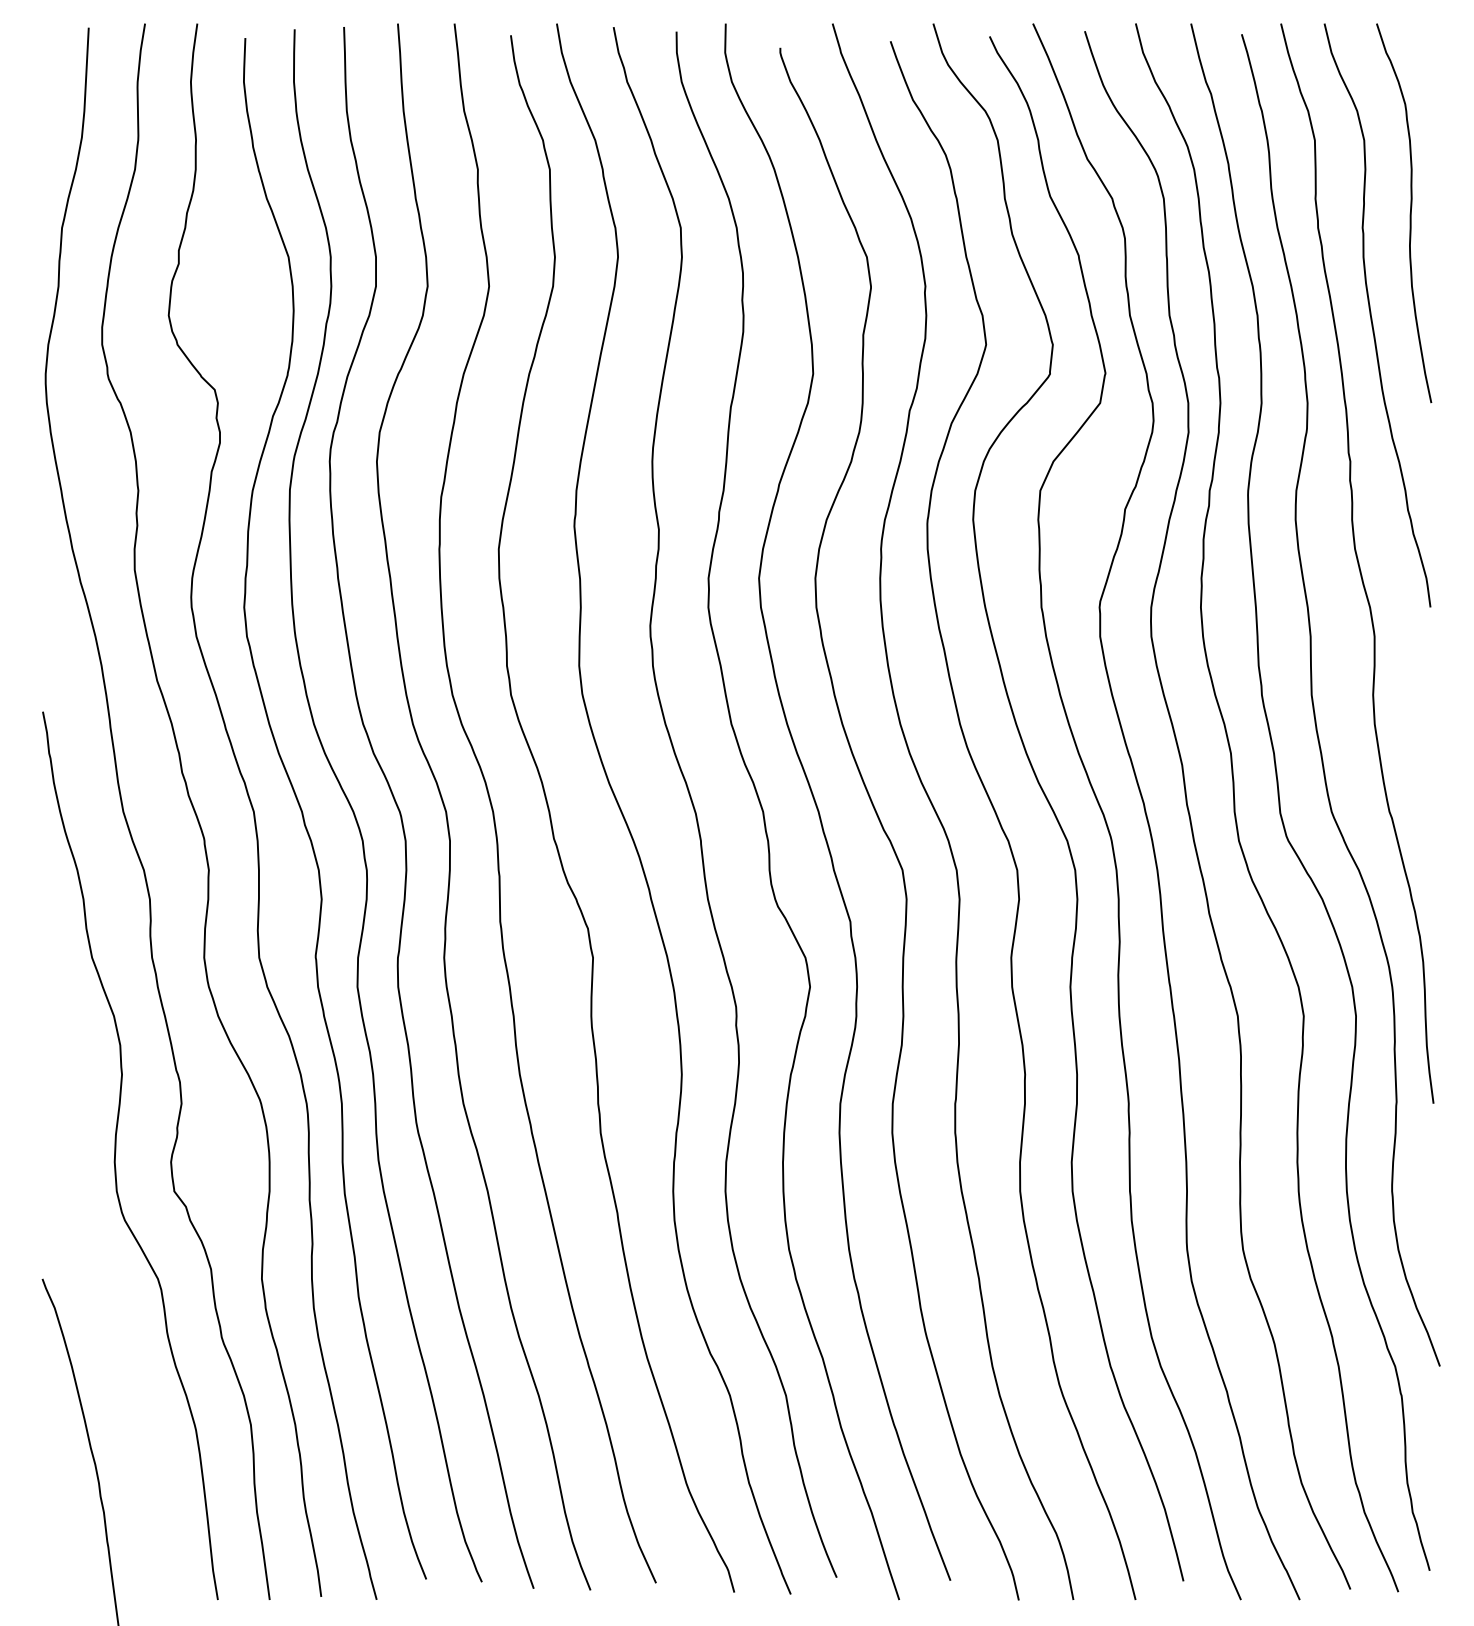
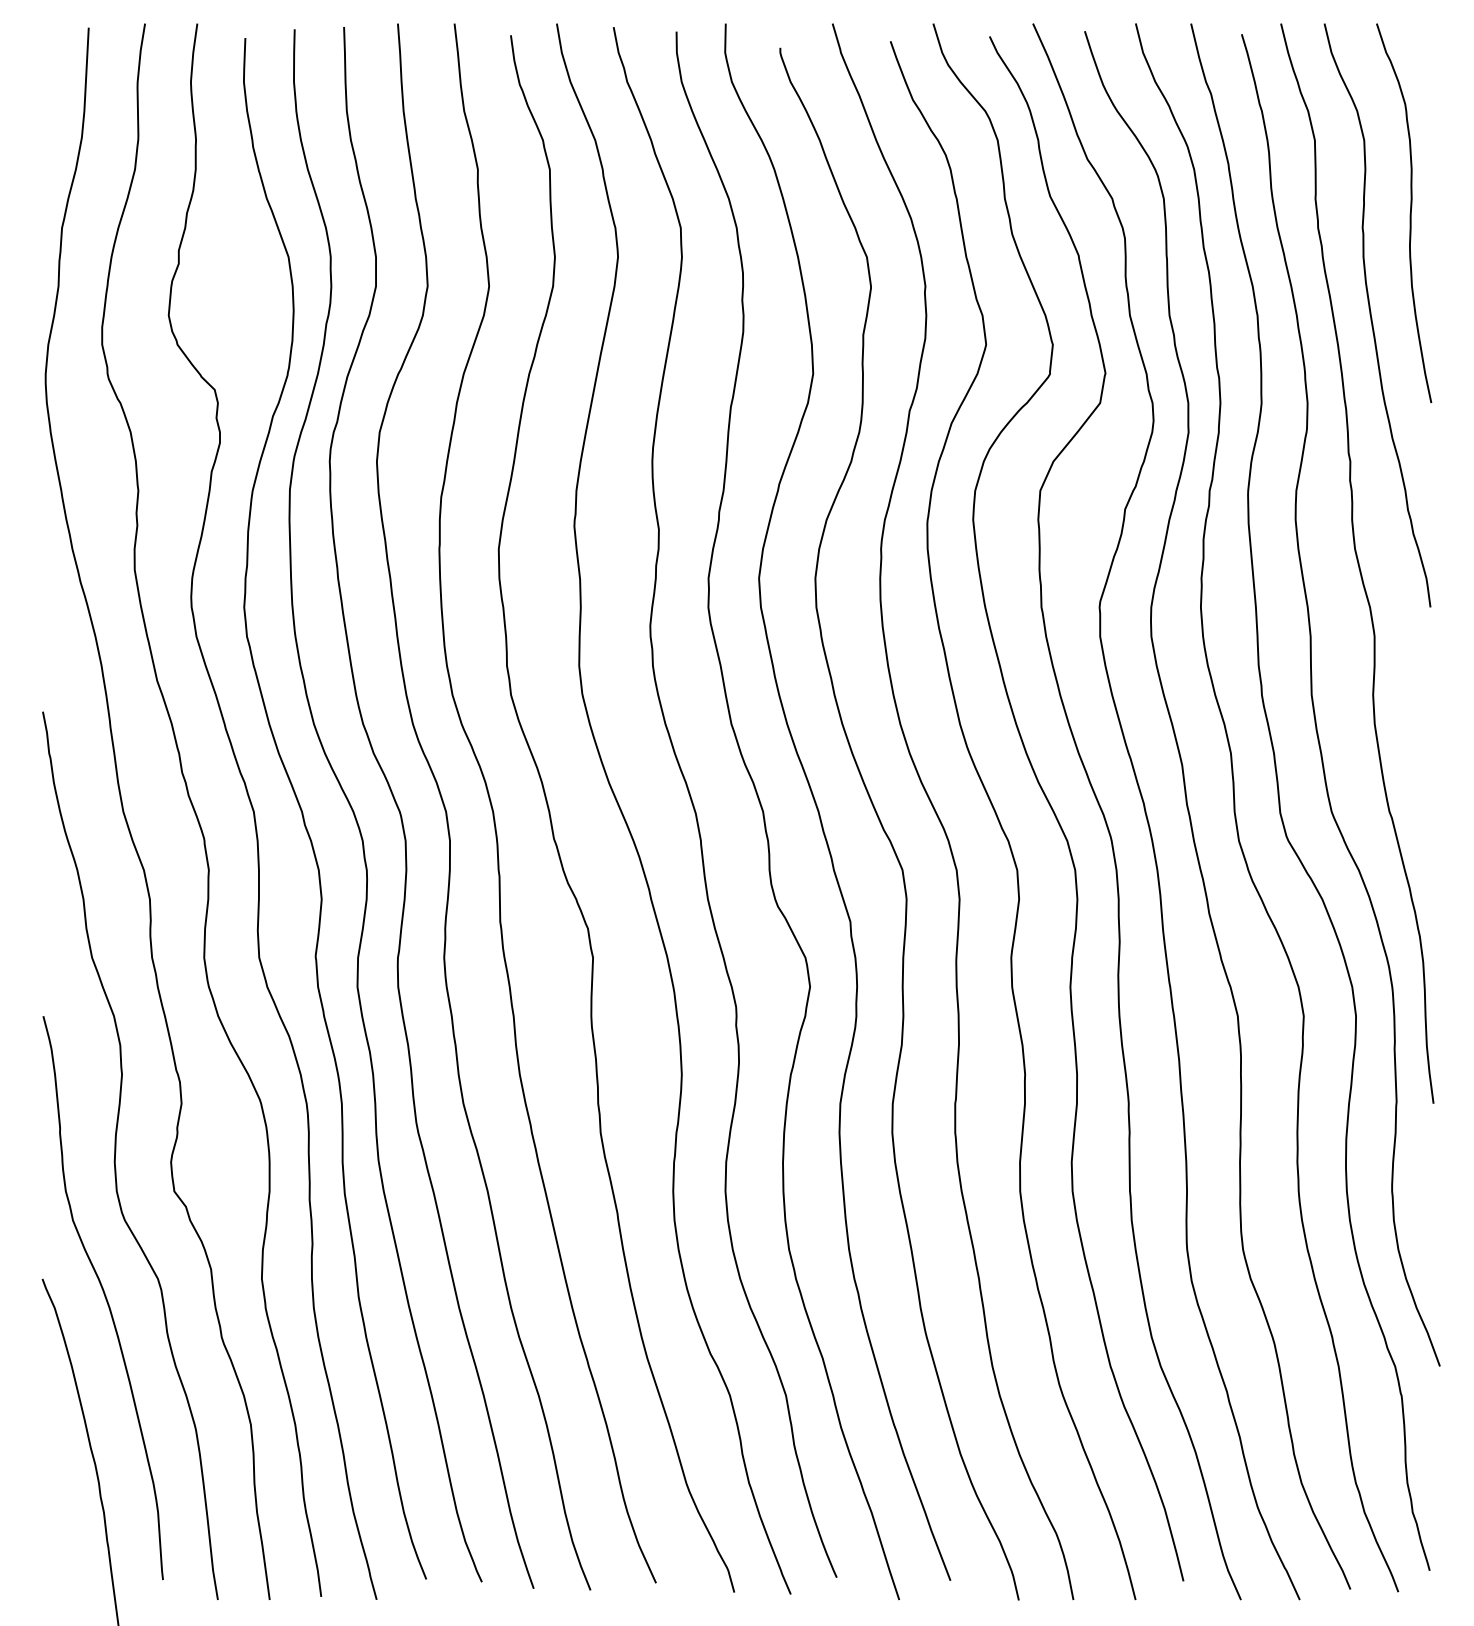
curve at (104, 1297): none -> present
